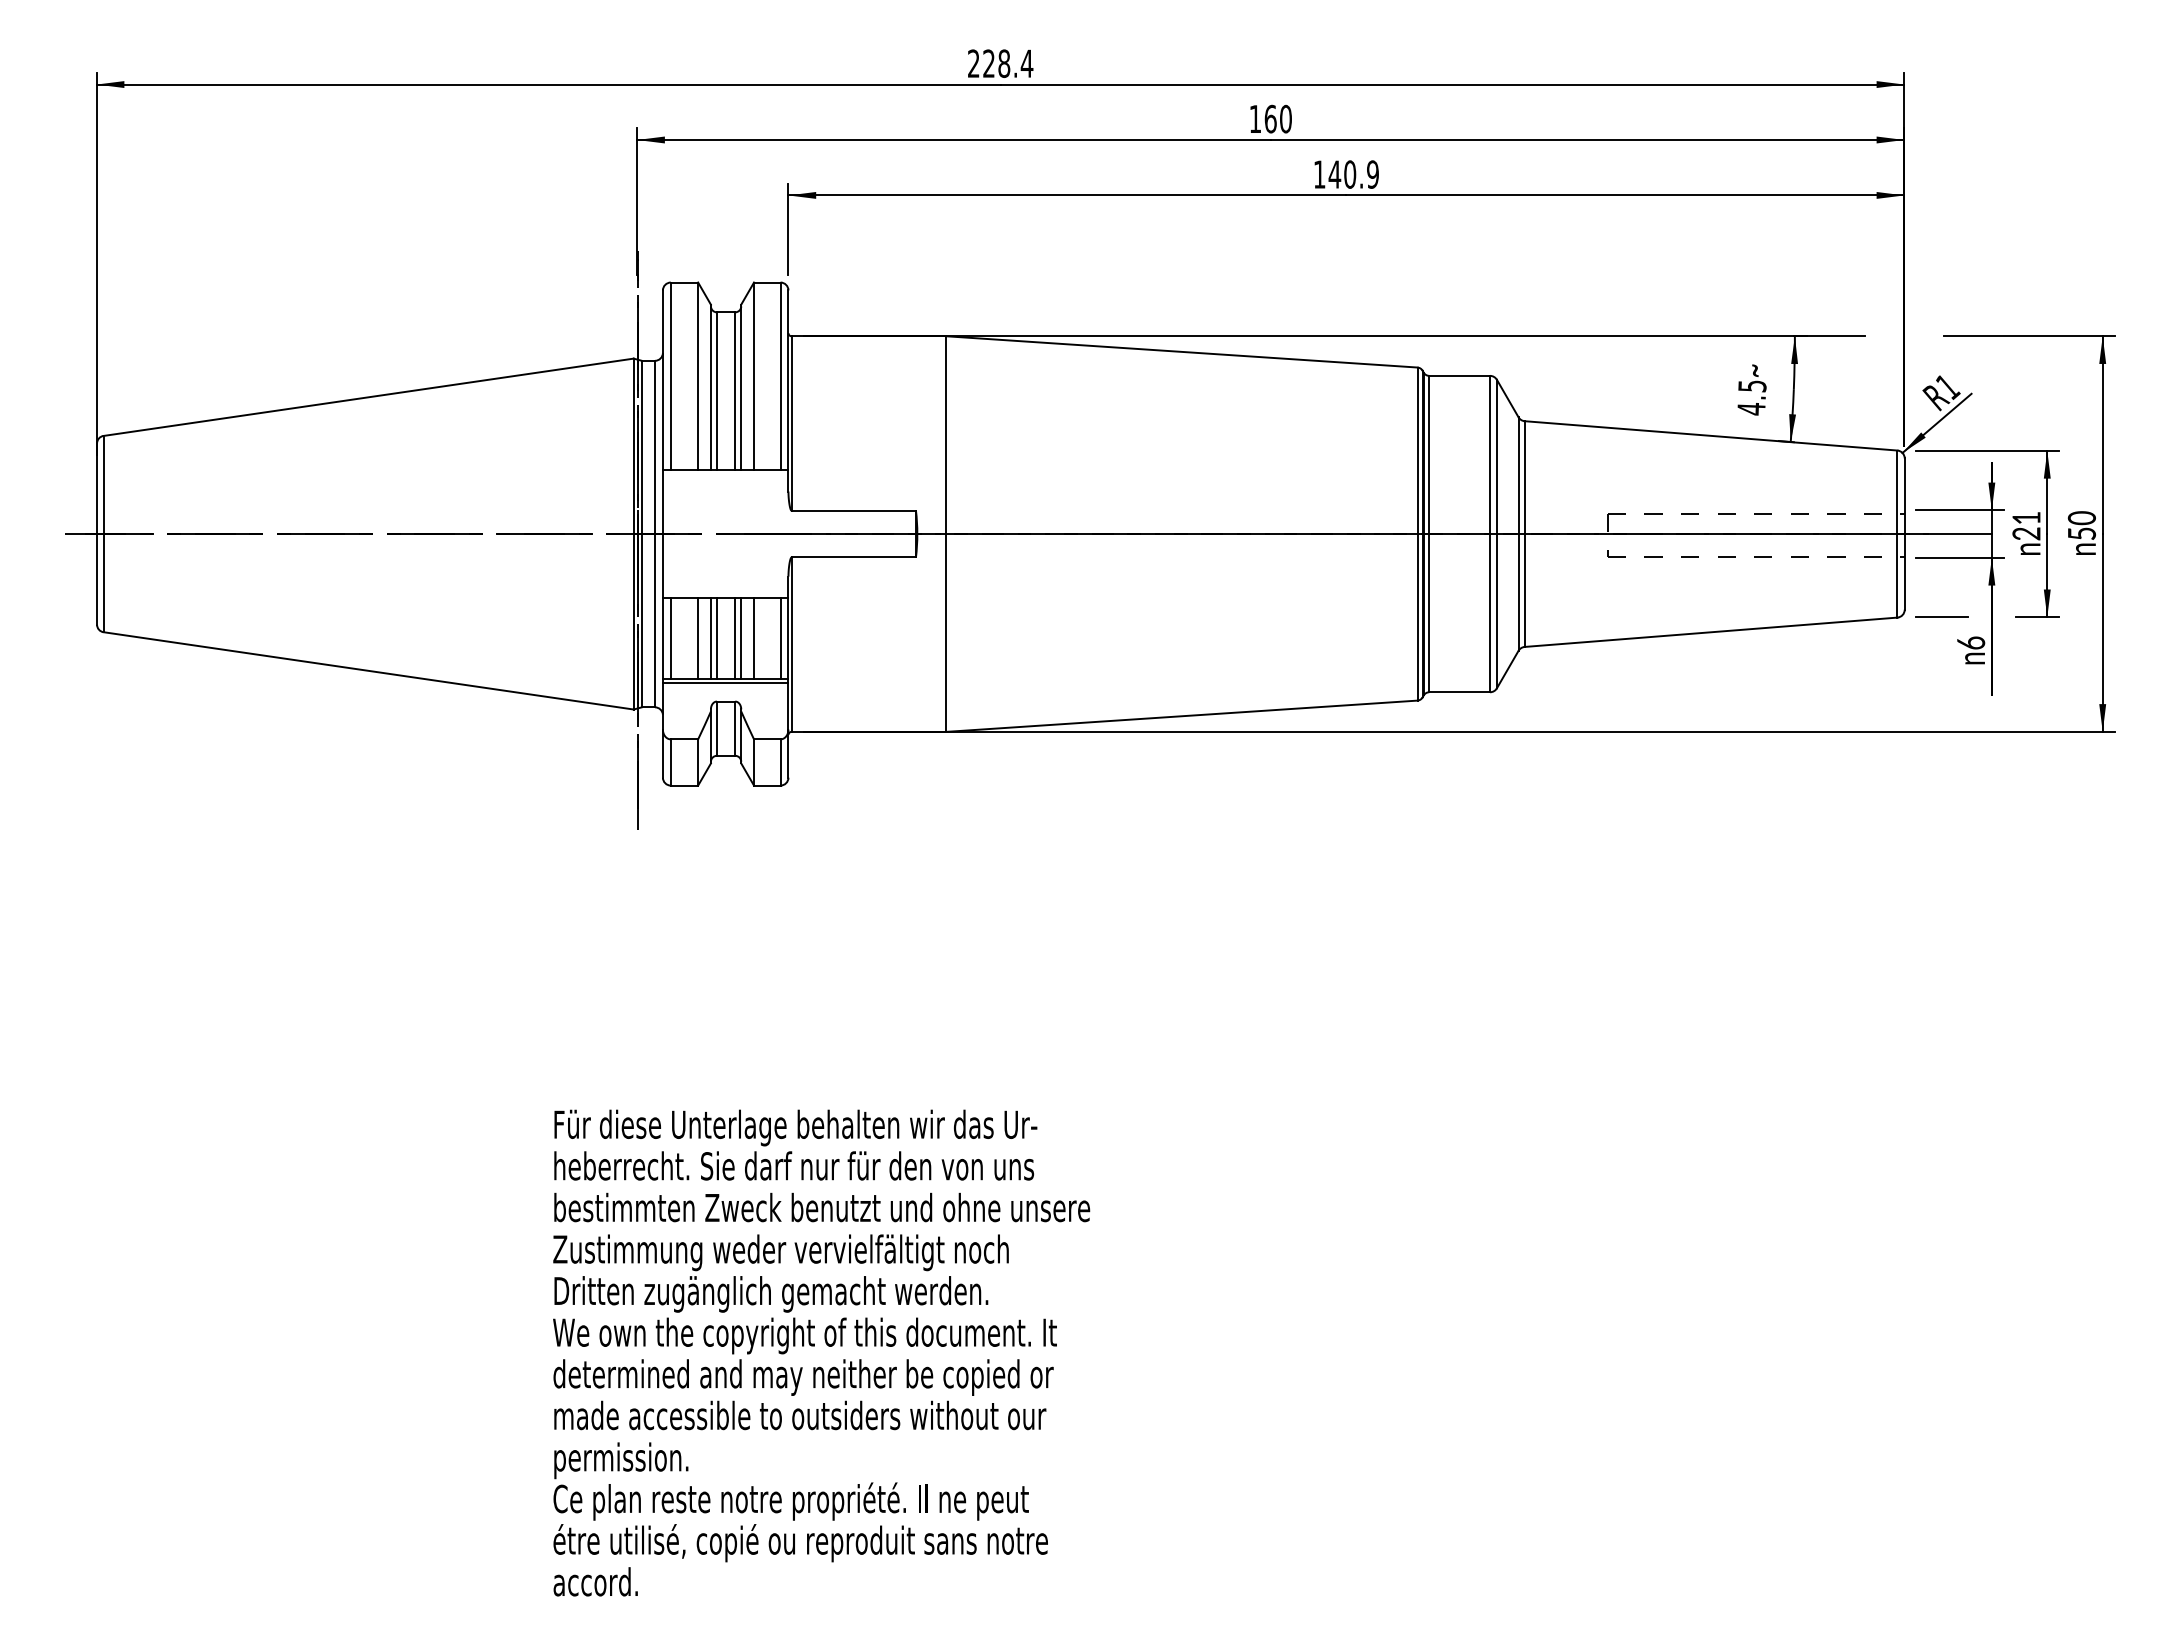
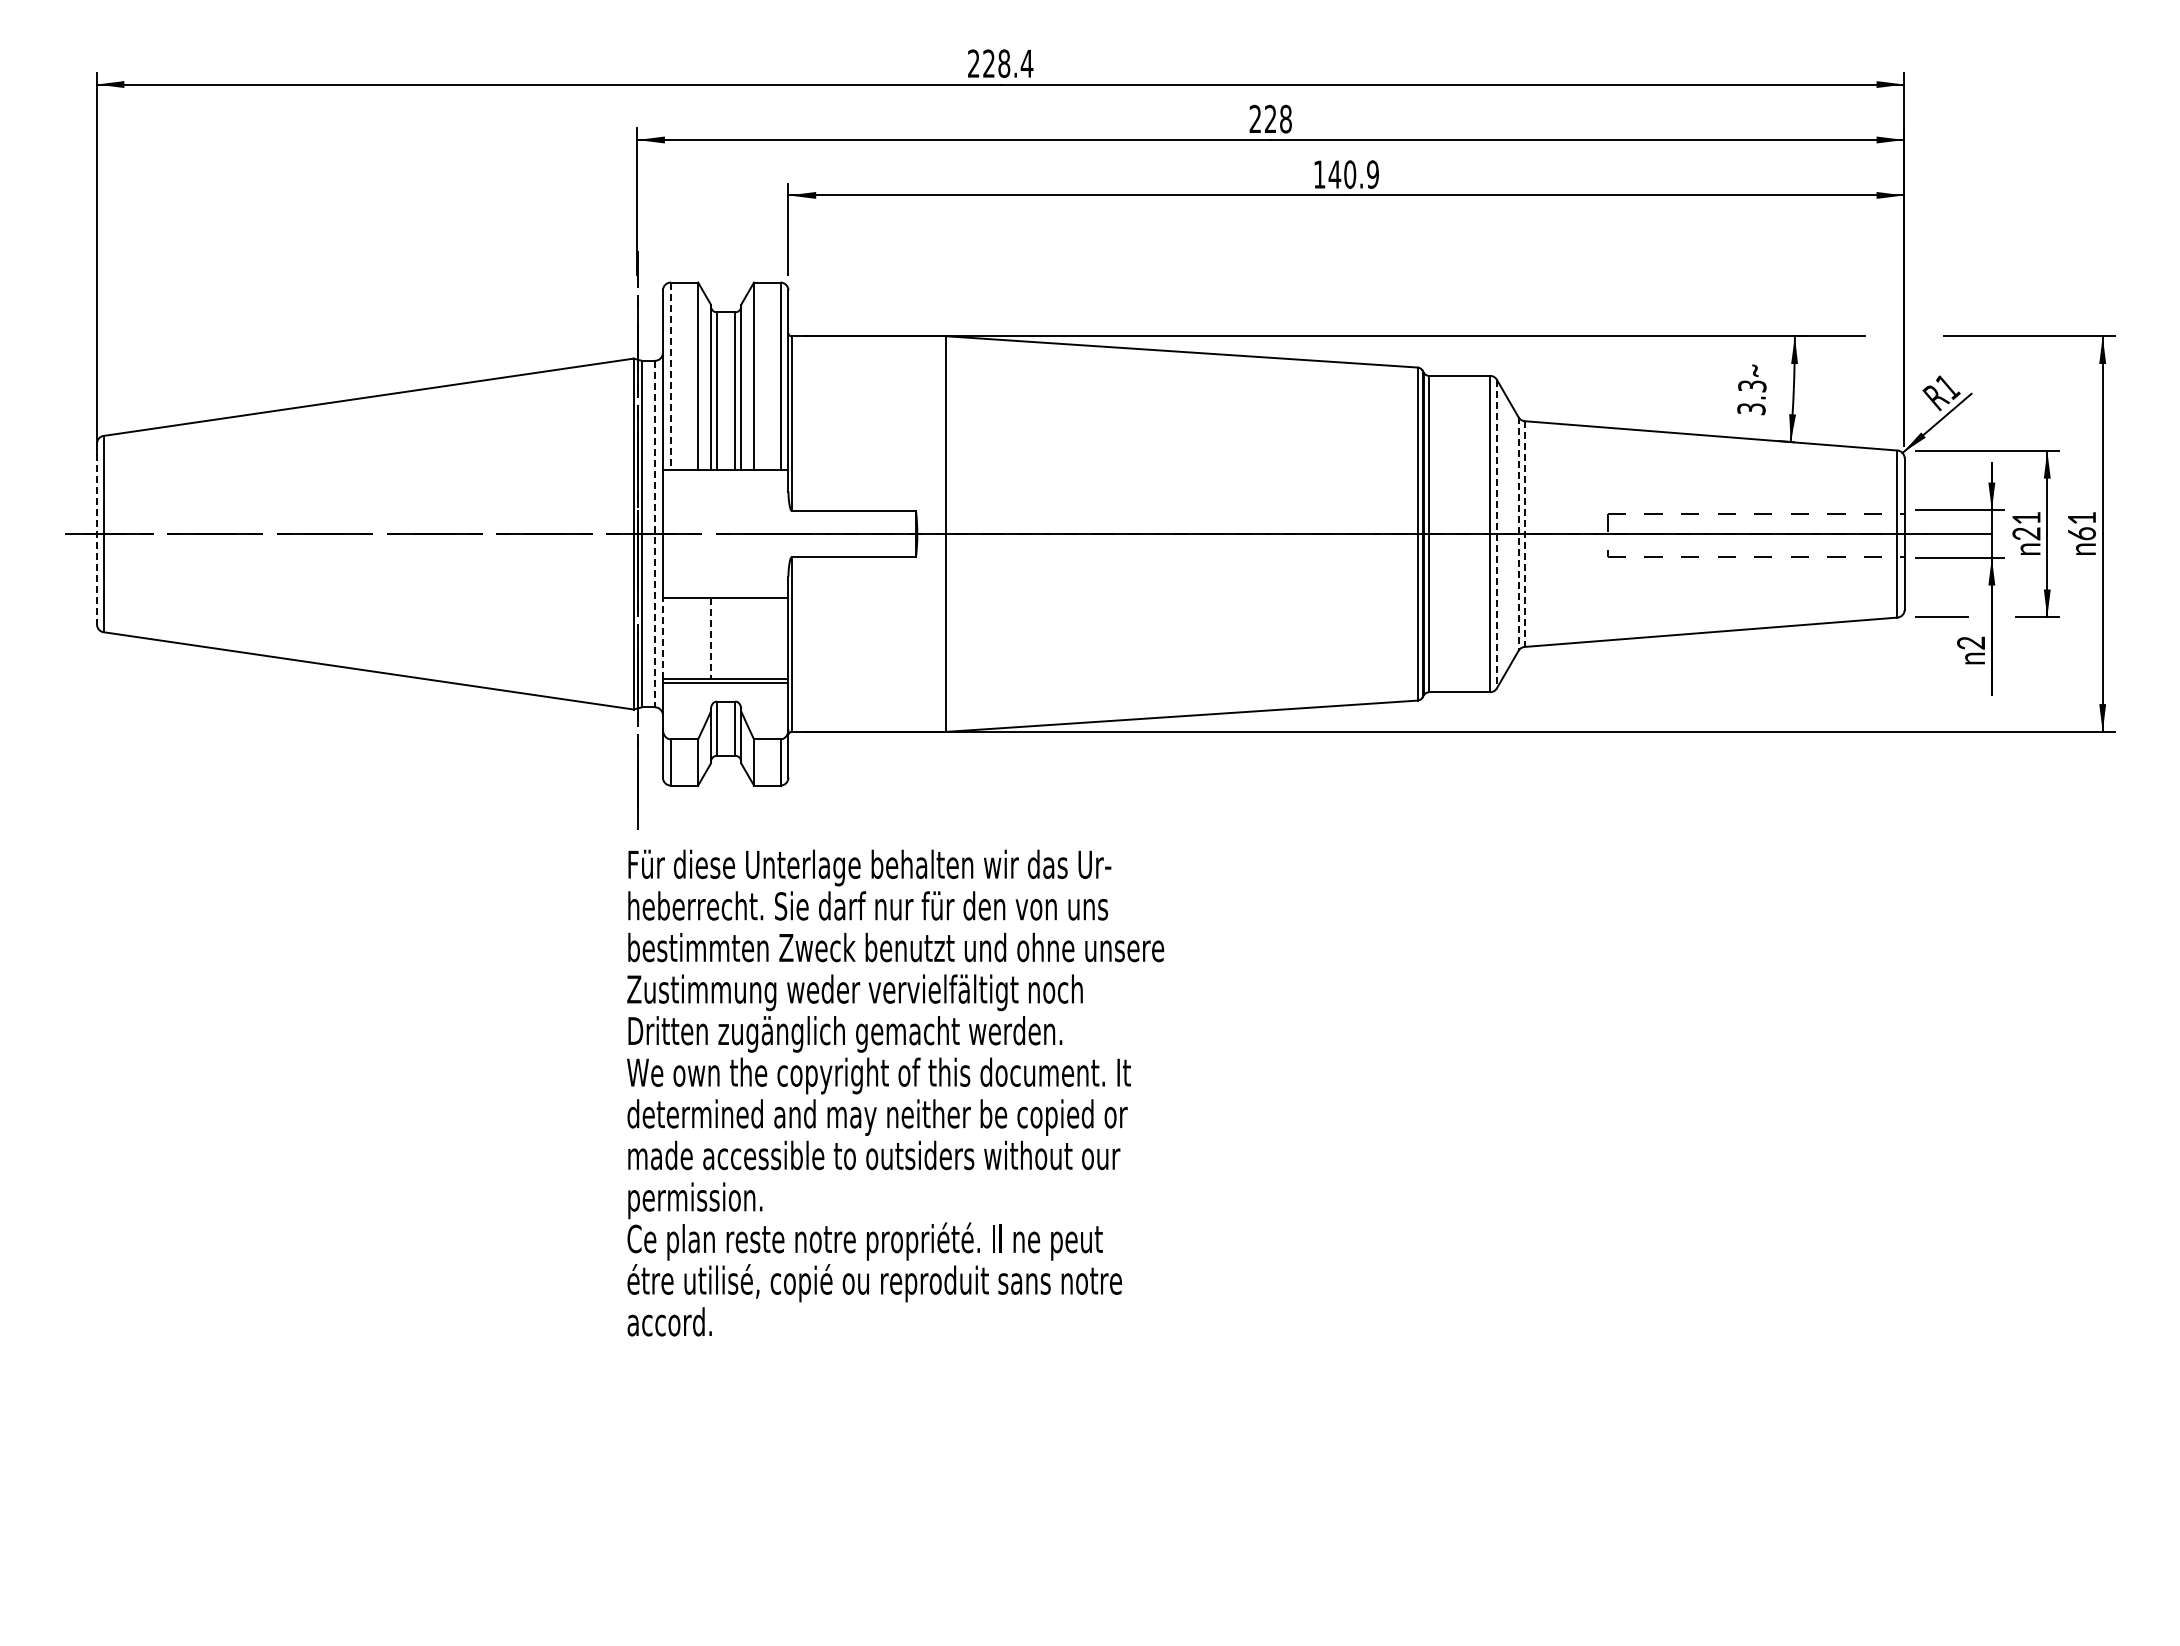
text at (1270, 118): 160 -> 228
line at (670, 376): solid -> dashed
text at (1751, 397): 4.5 -> 3.3
text at (2081, 525): 50 -> 61
line at (97, 534): solid -> dashed
line at (655, 534): solid -> dashed
line at (1496, 534): solid -> dashed
line at (1518, 534): solid -> dashed
line at (1524, 534): solid -> dashed
line at (662, 638): solid -> dashed
line at (670, 638): present -> none
line at (698, 638): present -> none
line at (710, 638): solid -> dashed
line at (716, 638): present -> none
line at (735, 638): present -> none
line at (741, 638): present -> none
line at (754, 638): present -> none
line at (780, 638): present -> none
text at (1971, 642): 6 -> 2
text at (821, 1352) position: (821, 1352) -> (895, 1092)
